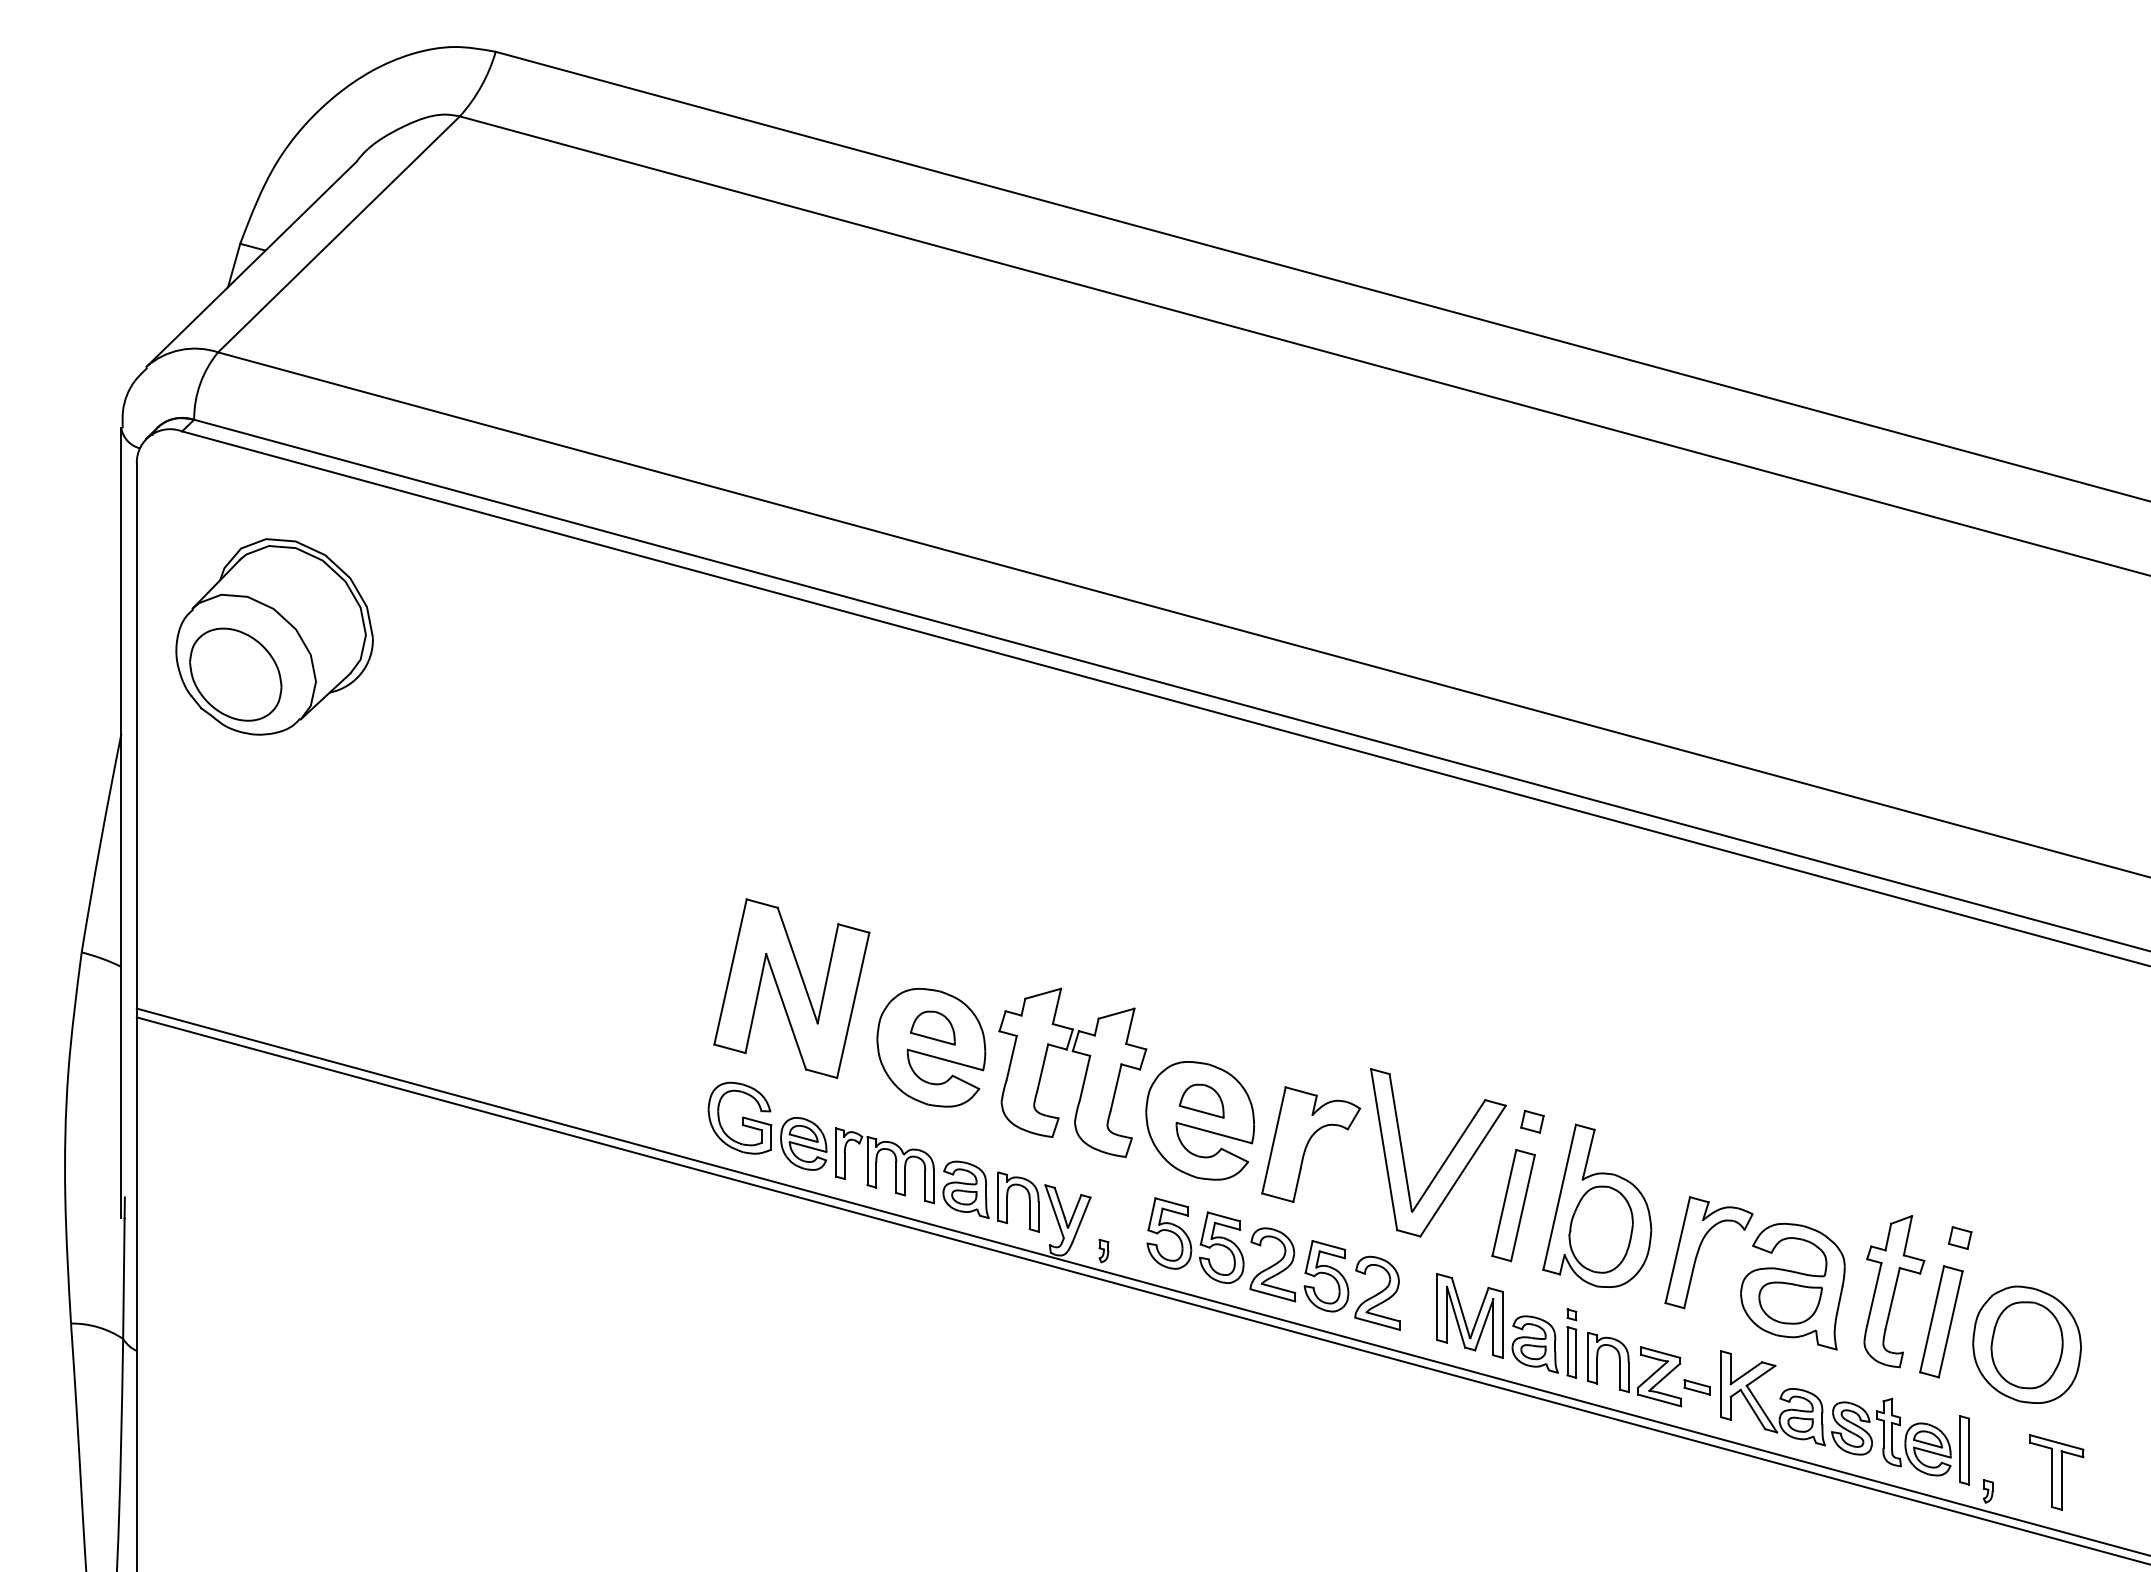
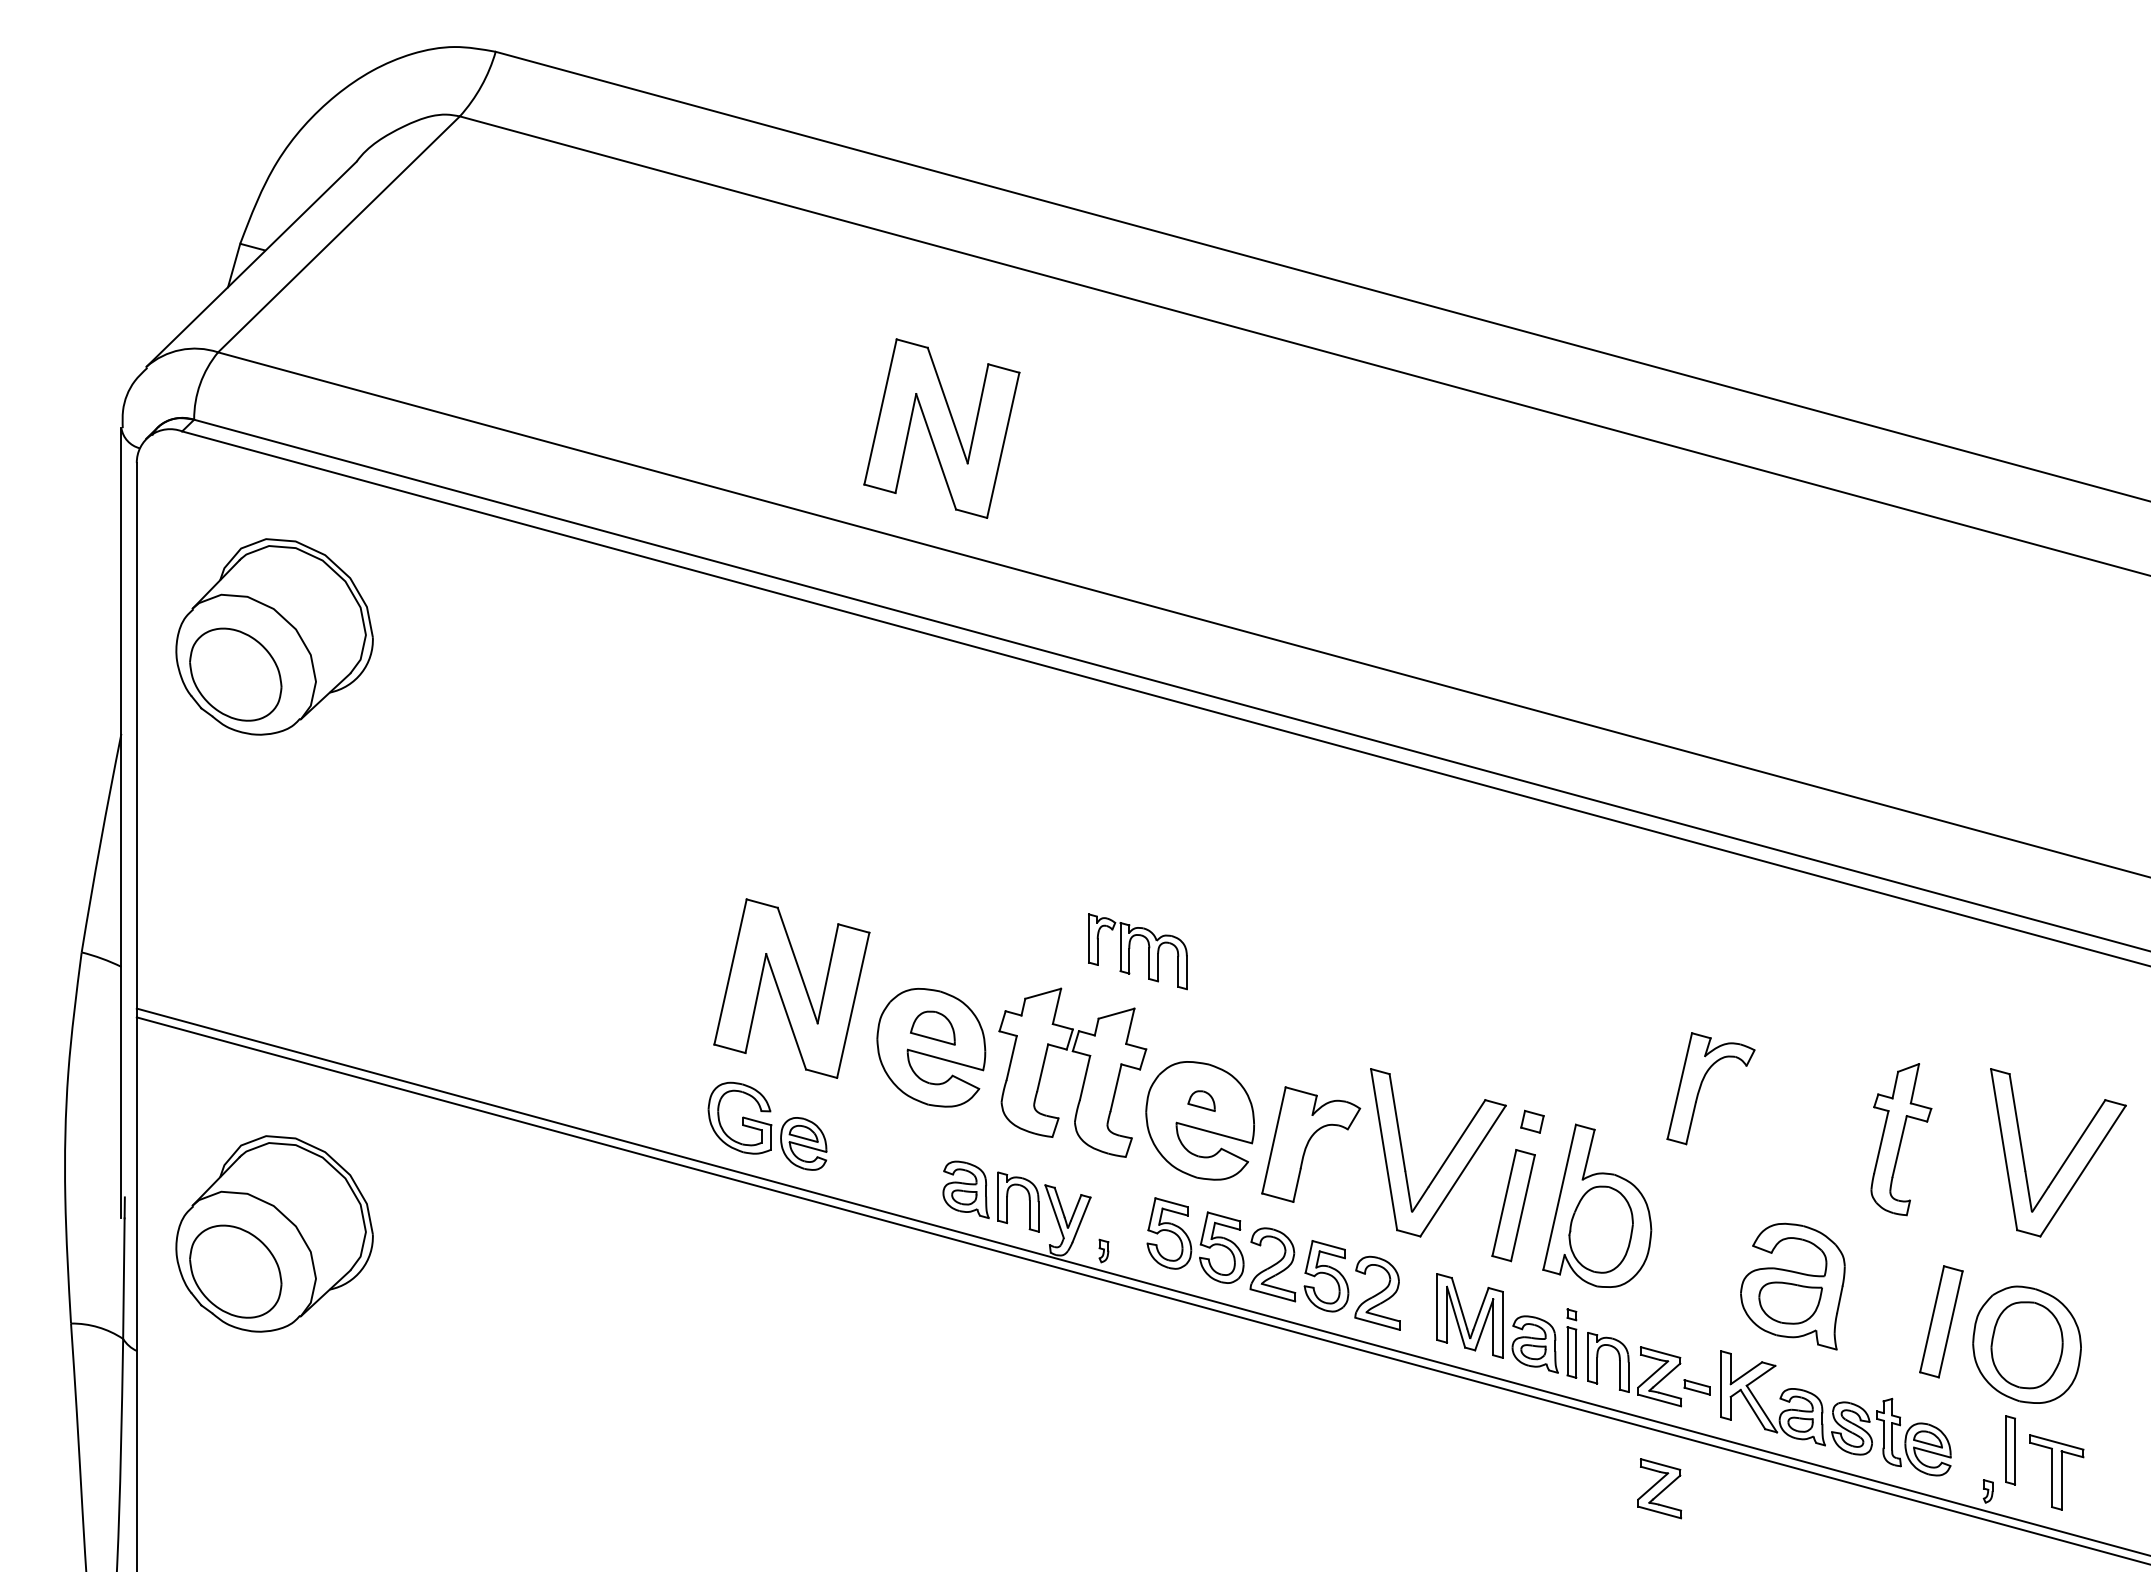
part at (941, 428): none -> present
part at (1201, 1100) size: 47x36 px -> 29x22 px
part at (2066, 1157): none -> present
part at (877, 1162) position: (877, 1162) -> (1130, 948)
part at (274, 1233): none -> present
part at (1959, 1237): present -> none
part at (1699, 1251) position: (1699, 1251) -> (1701, 1087)
part at (1894, 1291) position: (1894, 1291) -> (1901, 1139)
part at (1964, 1450) position: (1964, 1450) -> (2010, 1450)
part at (1659, 1488): none -> present
